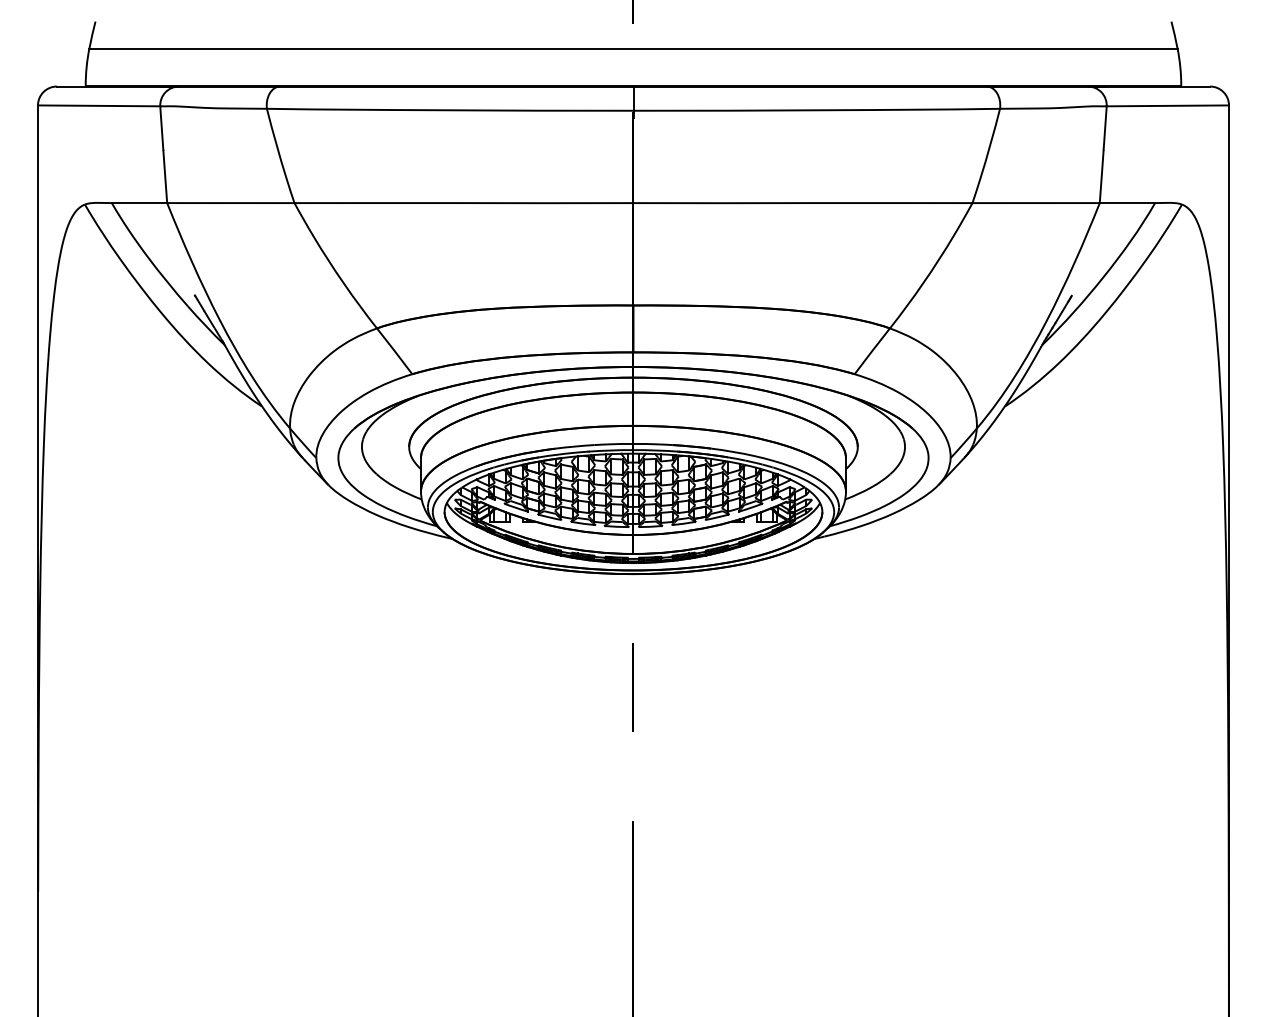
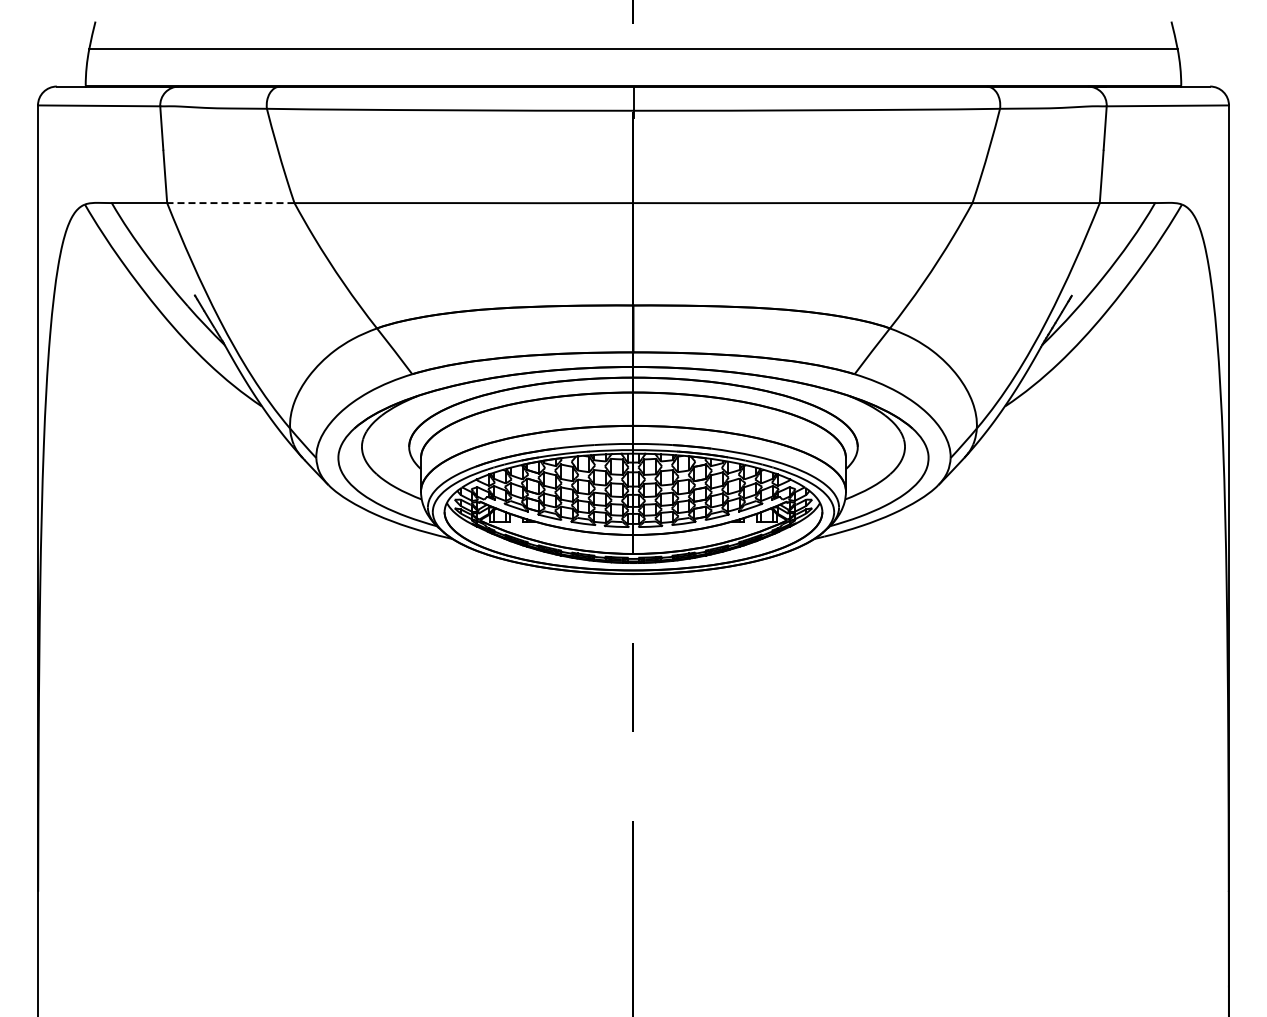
line at (230, 203): solid -> dashed
